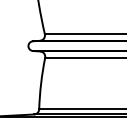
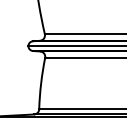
line at (75, 46): none -> present
